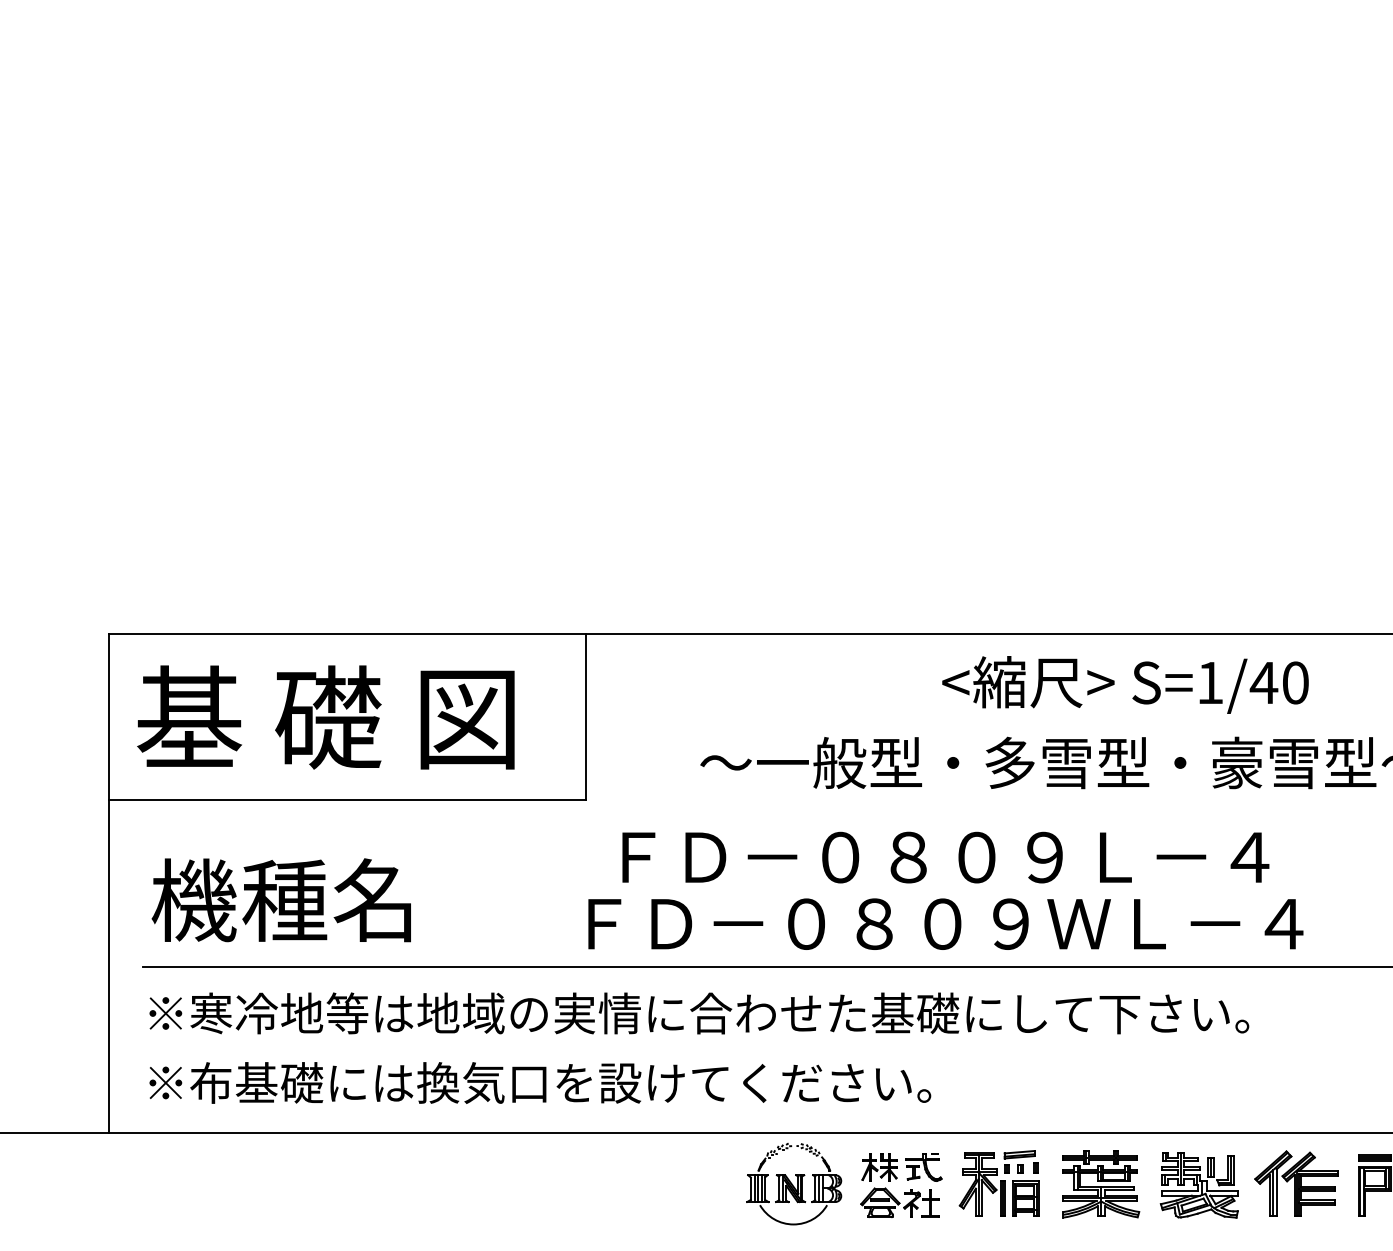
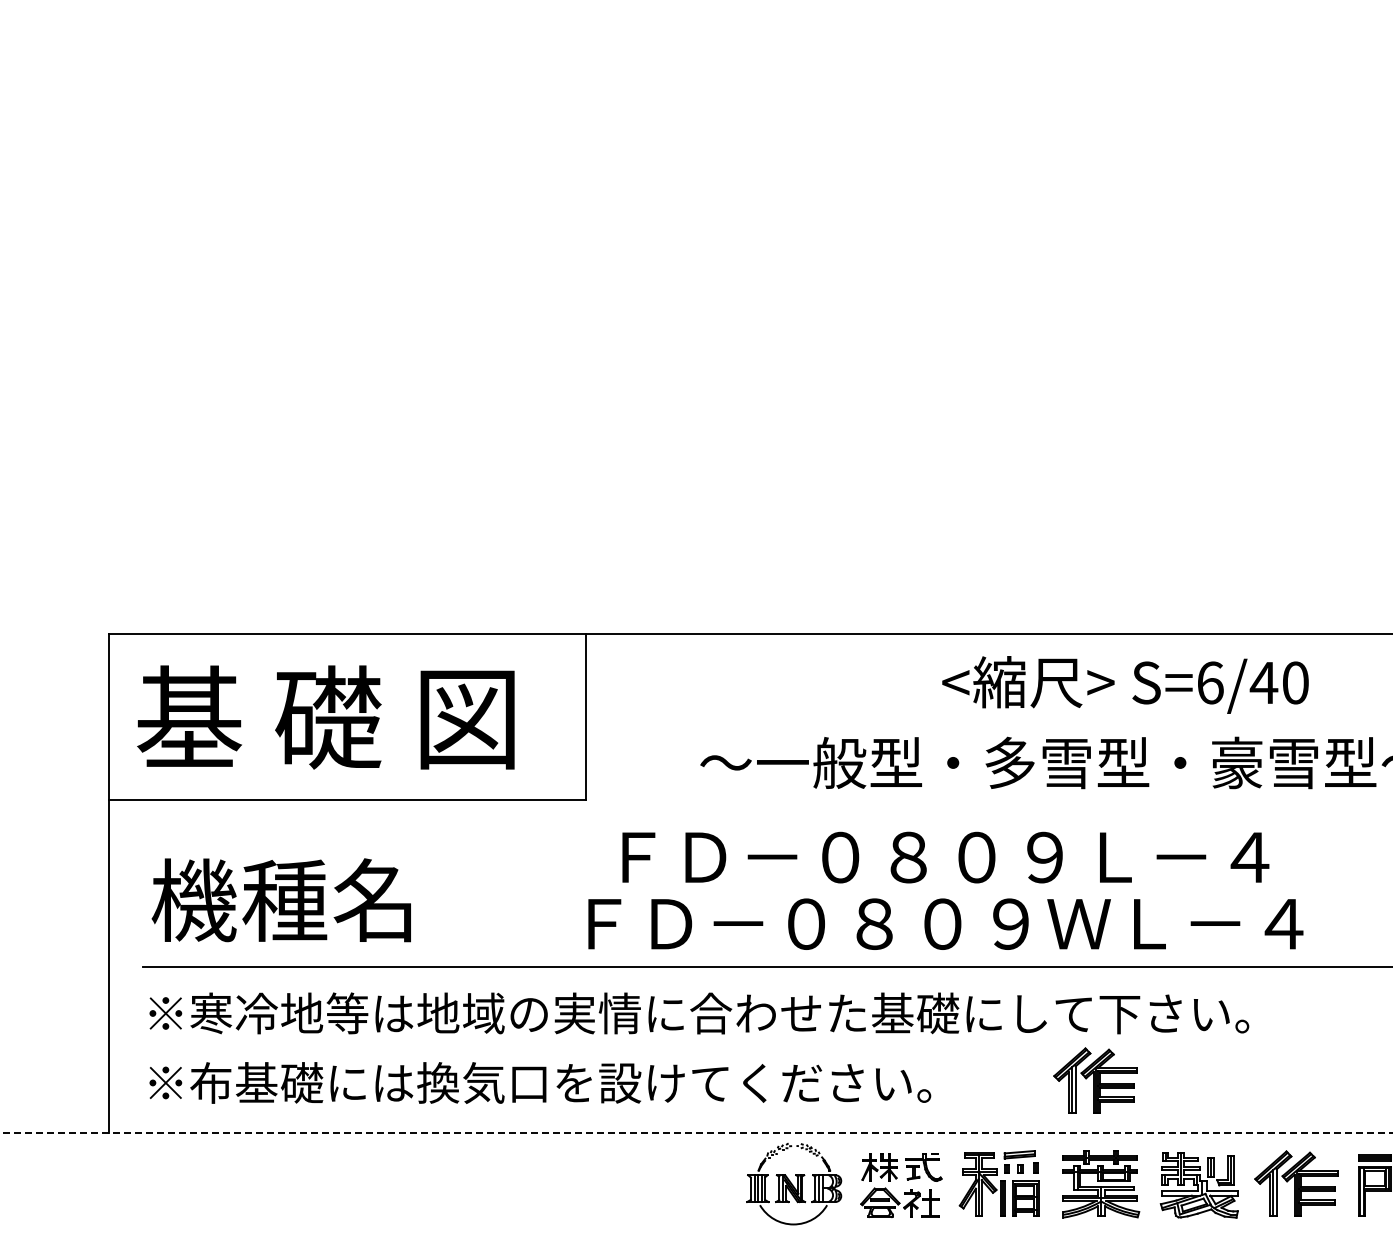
text at (1210, 682): S=1/40 -> S=6/40
part at (1095, 1080): none -> present
line at (696, 1133): solid -> dashed
